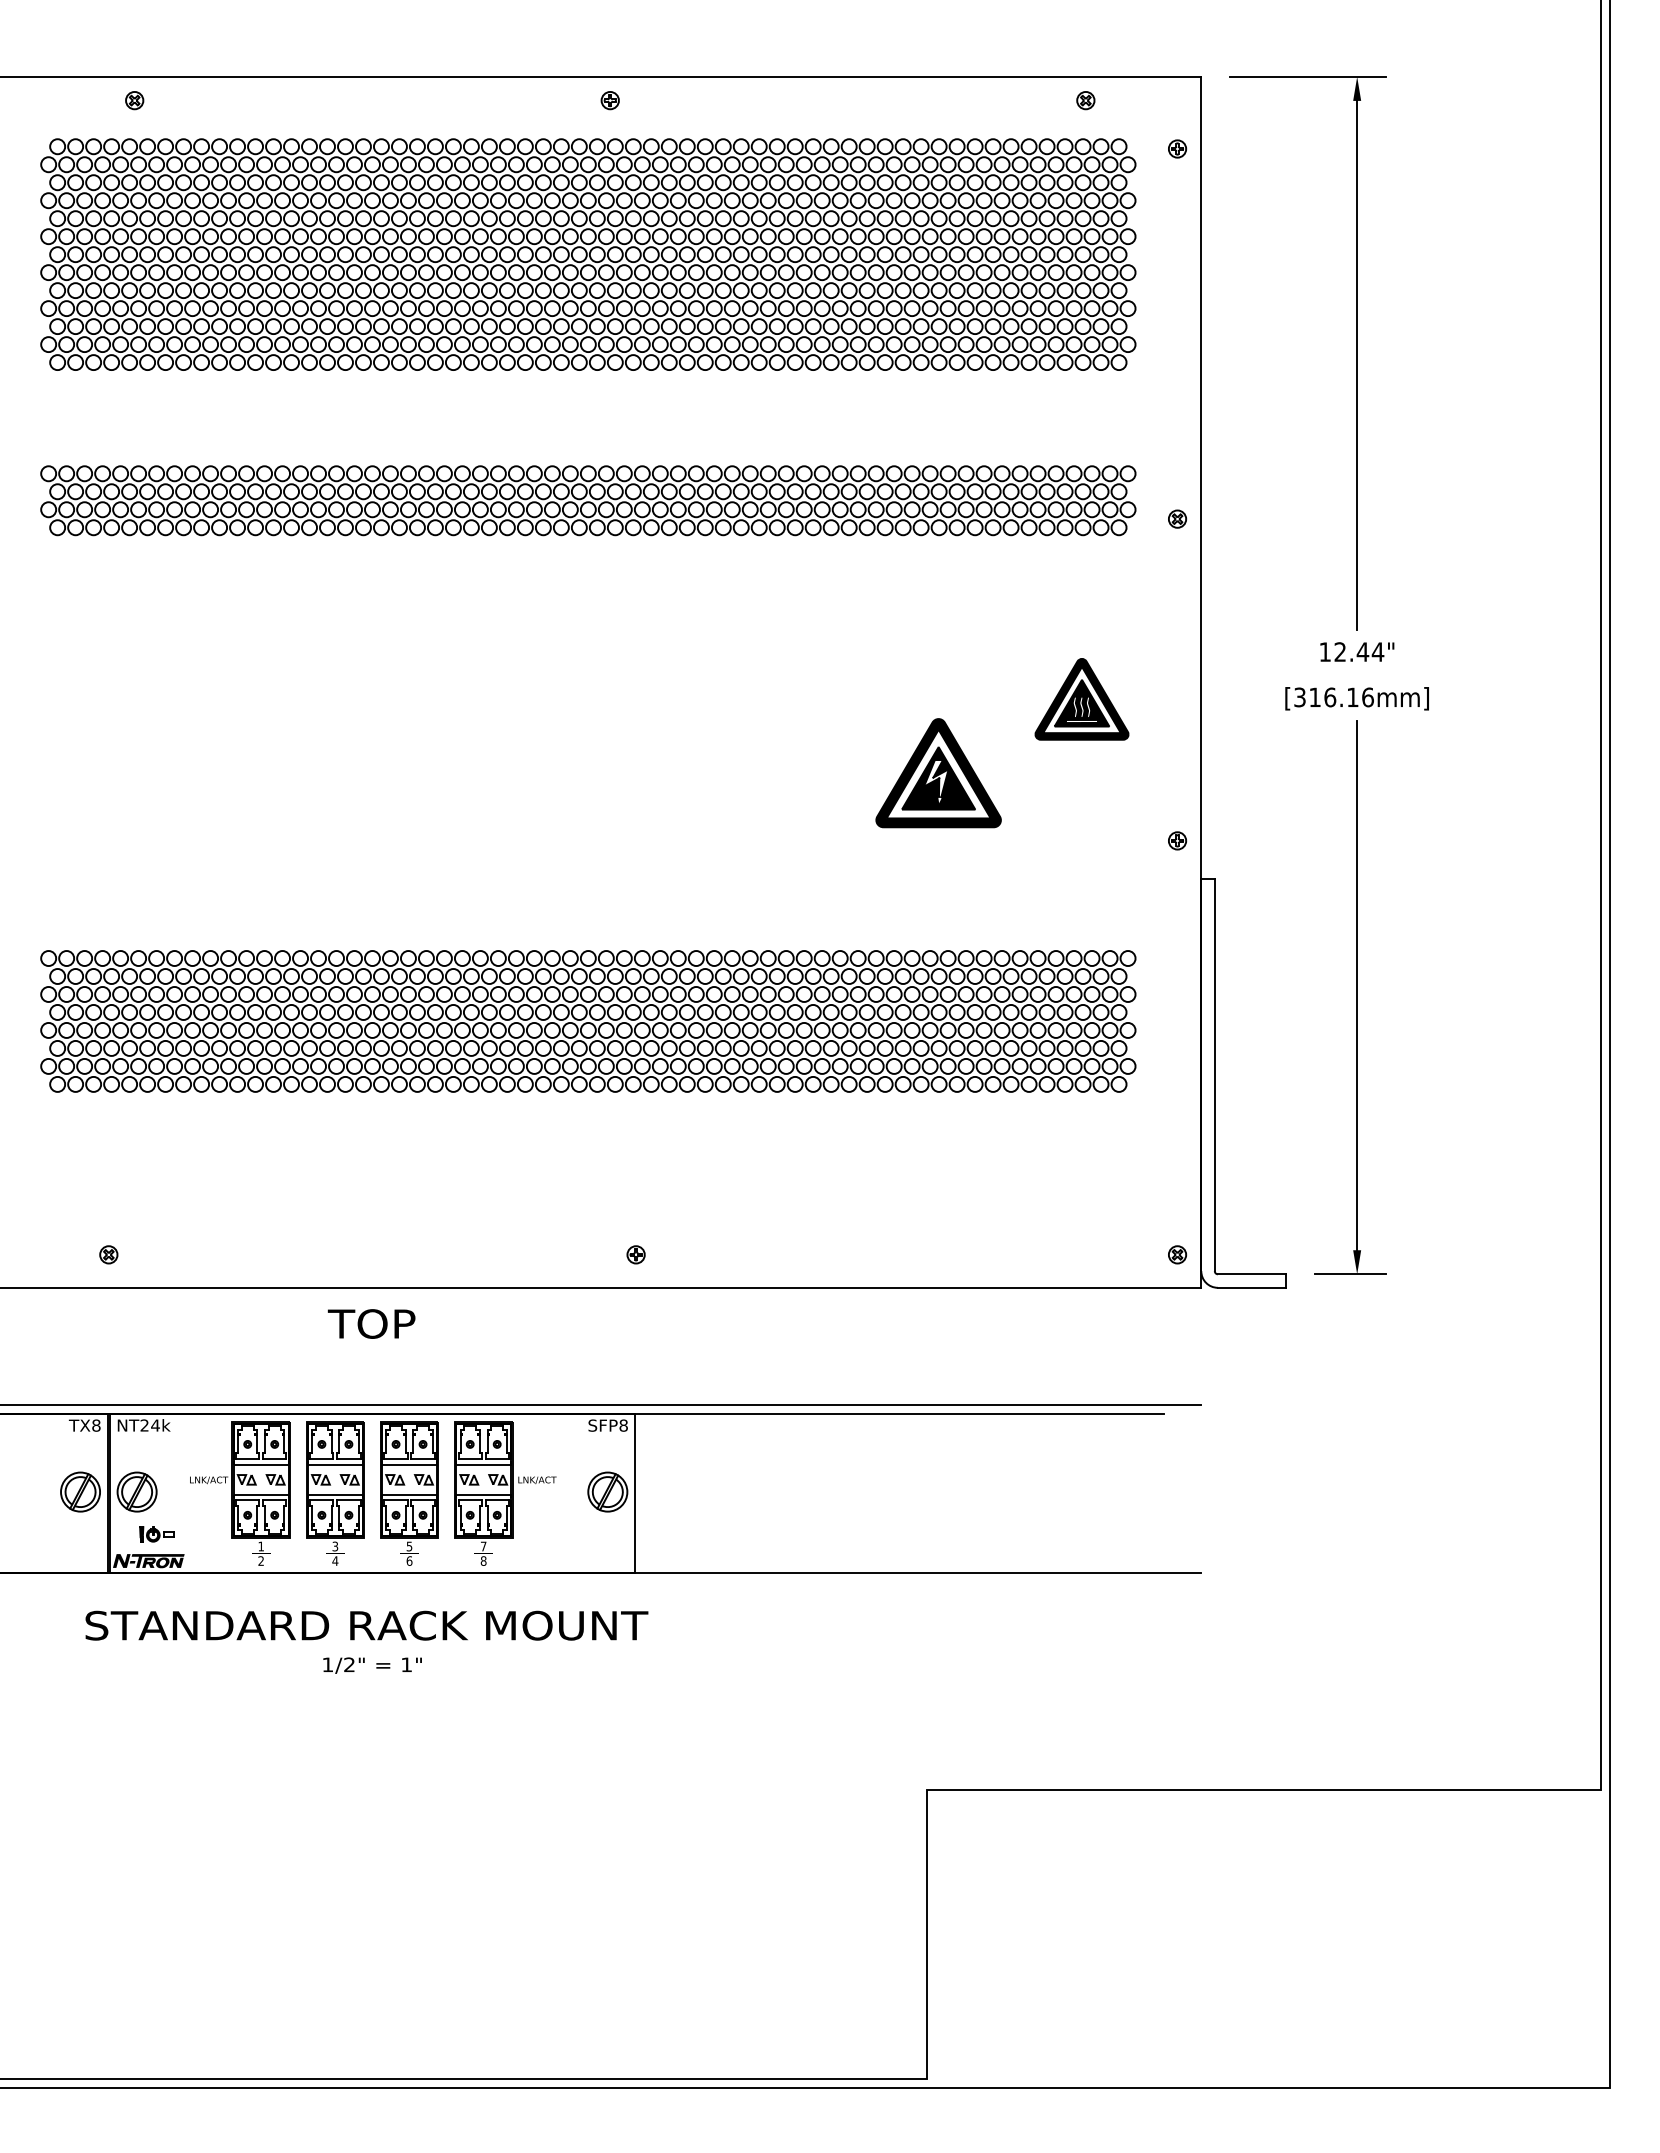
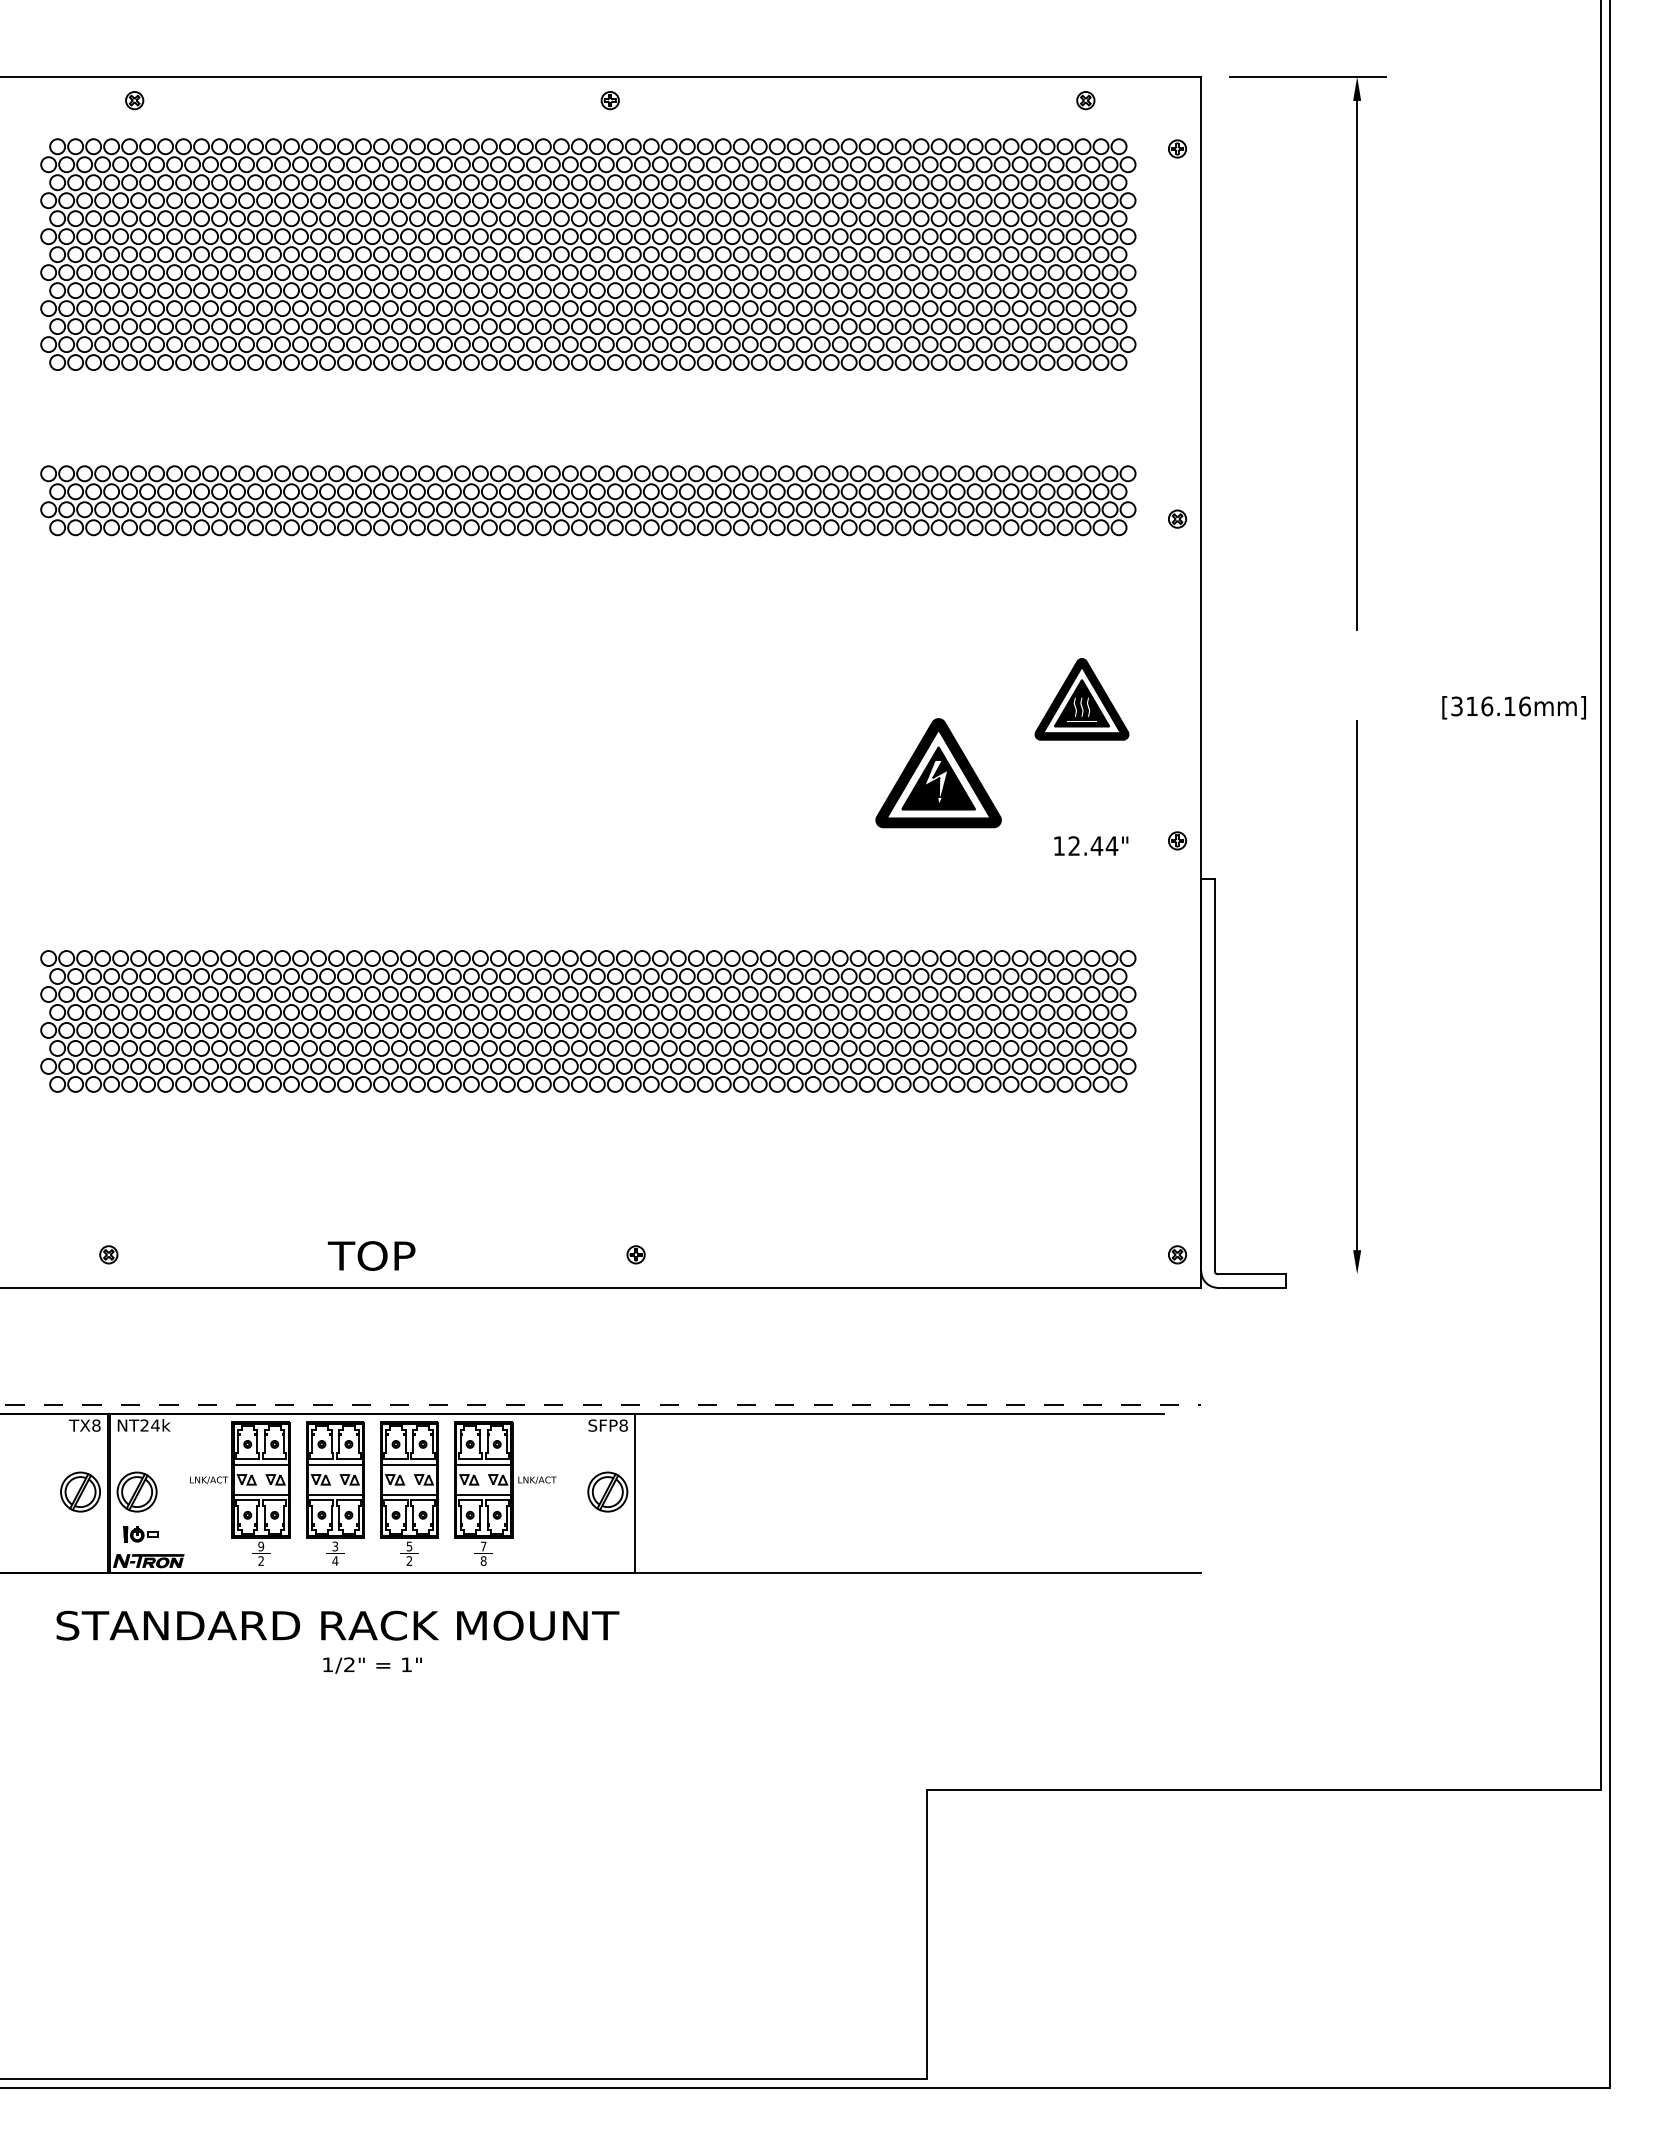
text at (1357, 651) position: (1357, 651) -> (1091, 845)
text at (1356, 698) position: (1356, 698) -> (1513, 707)
line at (1350, 1274): present -> none
text at (371, 1323) position: (371, 1323) -> (371, 1255)
line at (601, 1404): solid -> dashed
part at (156, 1534) position: (156, 1534) -> (140, 1534)
text at (261, 1546): 1 -> 9
text at (409, 1560): 6 -> 2
text at (366, 1625) position: (366, 1625) -> (337, 1625)
